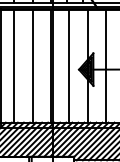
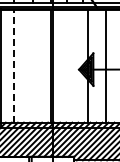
line at (14, 65): solid -> dashed
line at (32, 66): present -> none
line at (69, 66): present -> none
